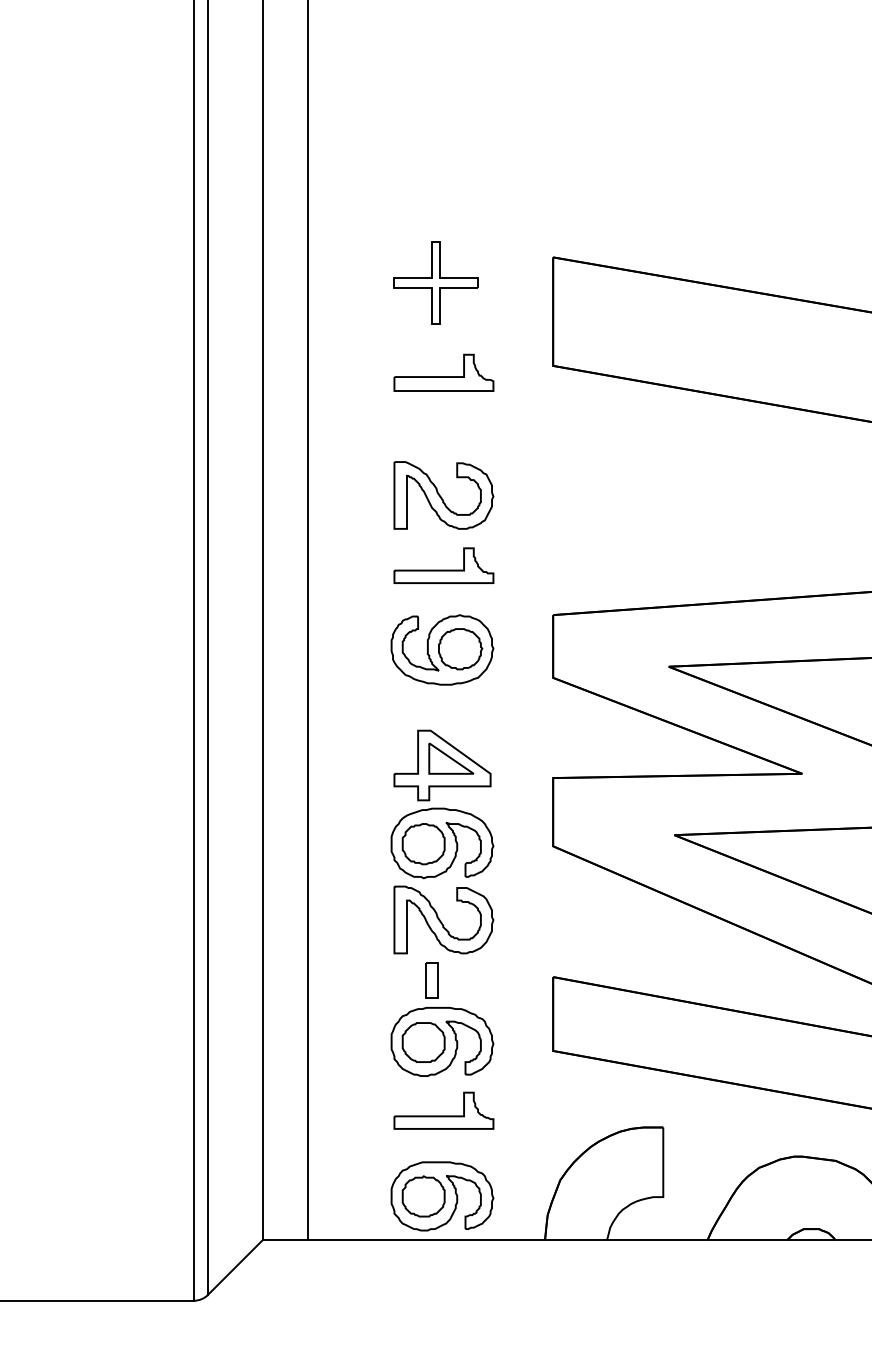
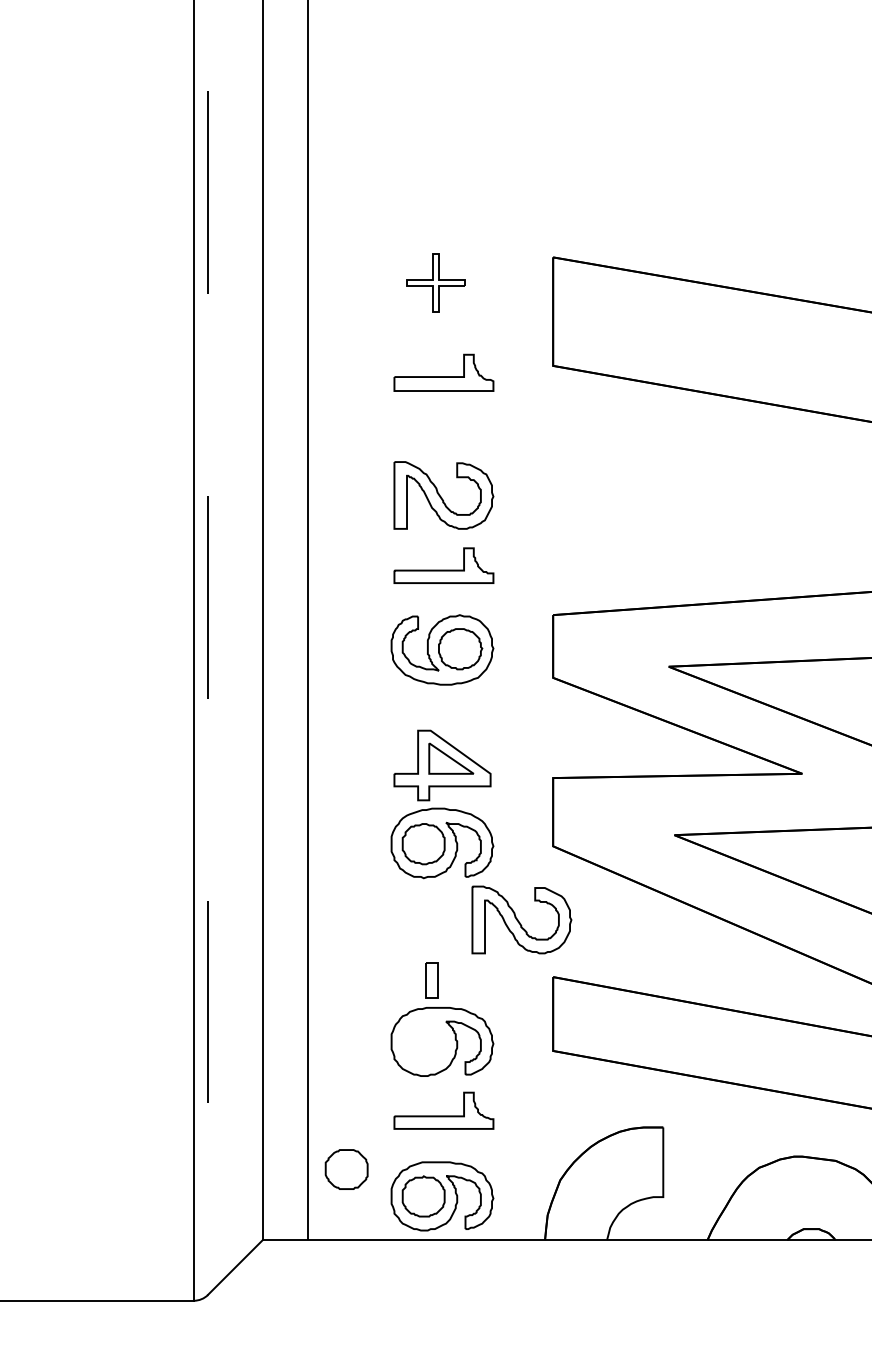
part at (435, 282) size: 86x84 px -> 60x60 px
line at (208, 648): solid -> dashed
part at (443, 919) position: (443, 919) -> (521, 919)
part at (423, 1042) position: (423, 1042) -> (346, 1169)
